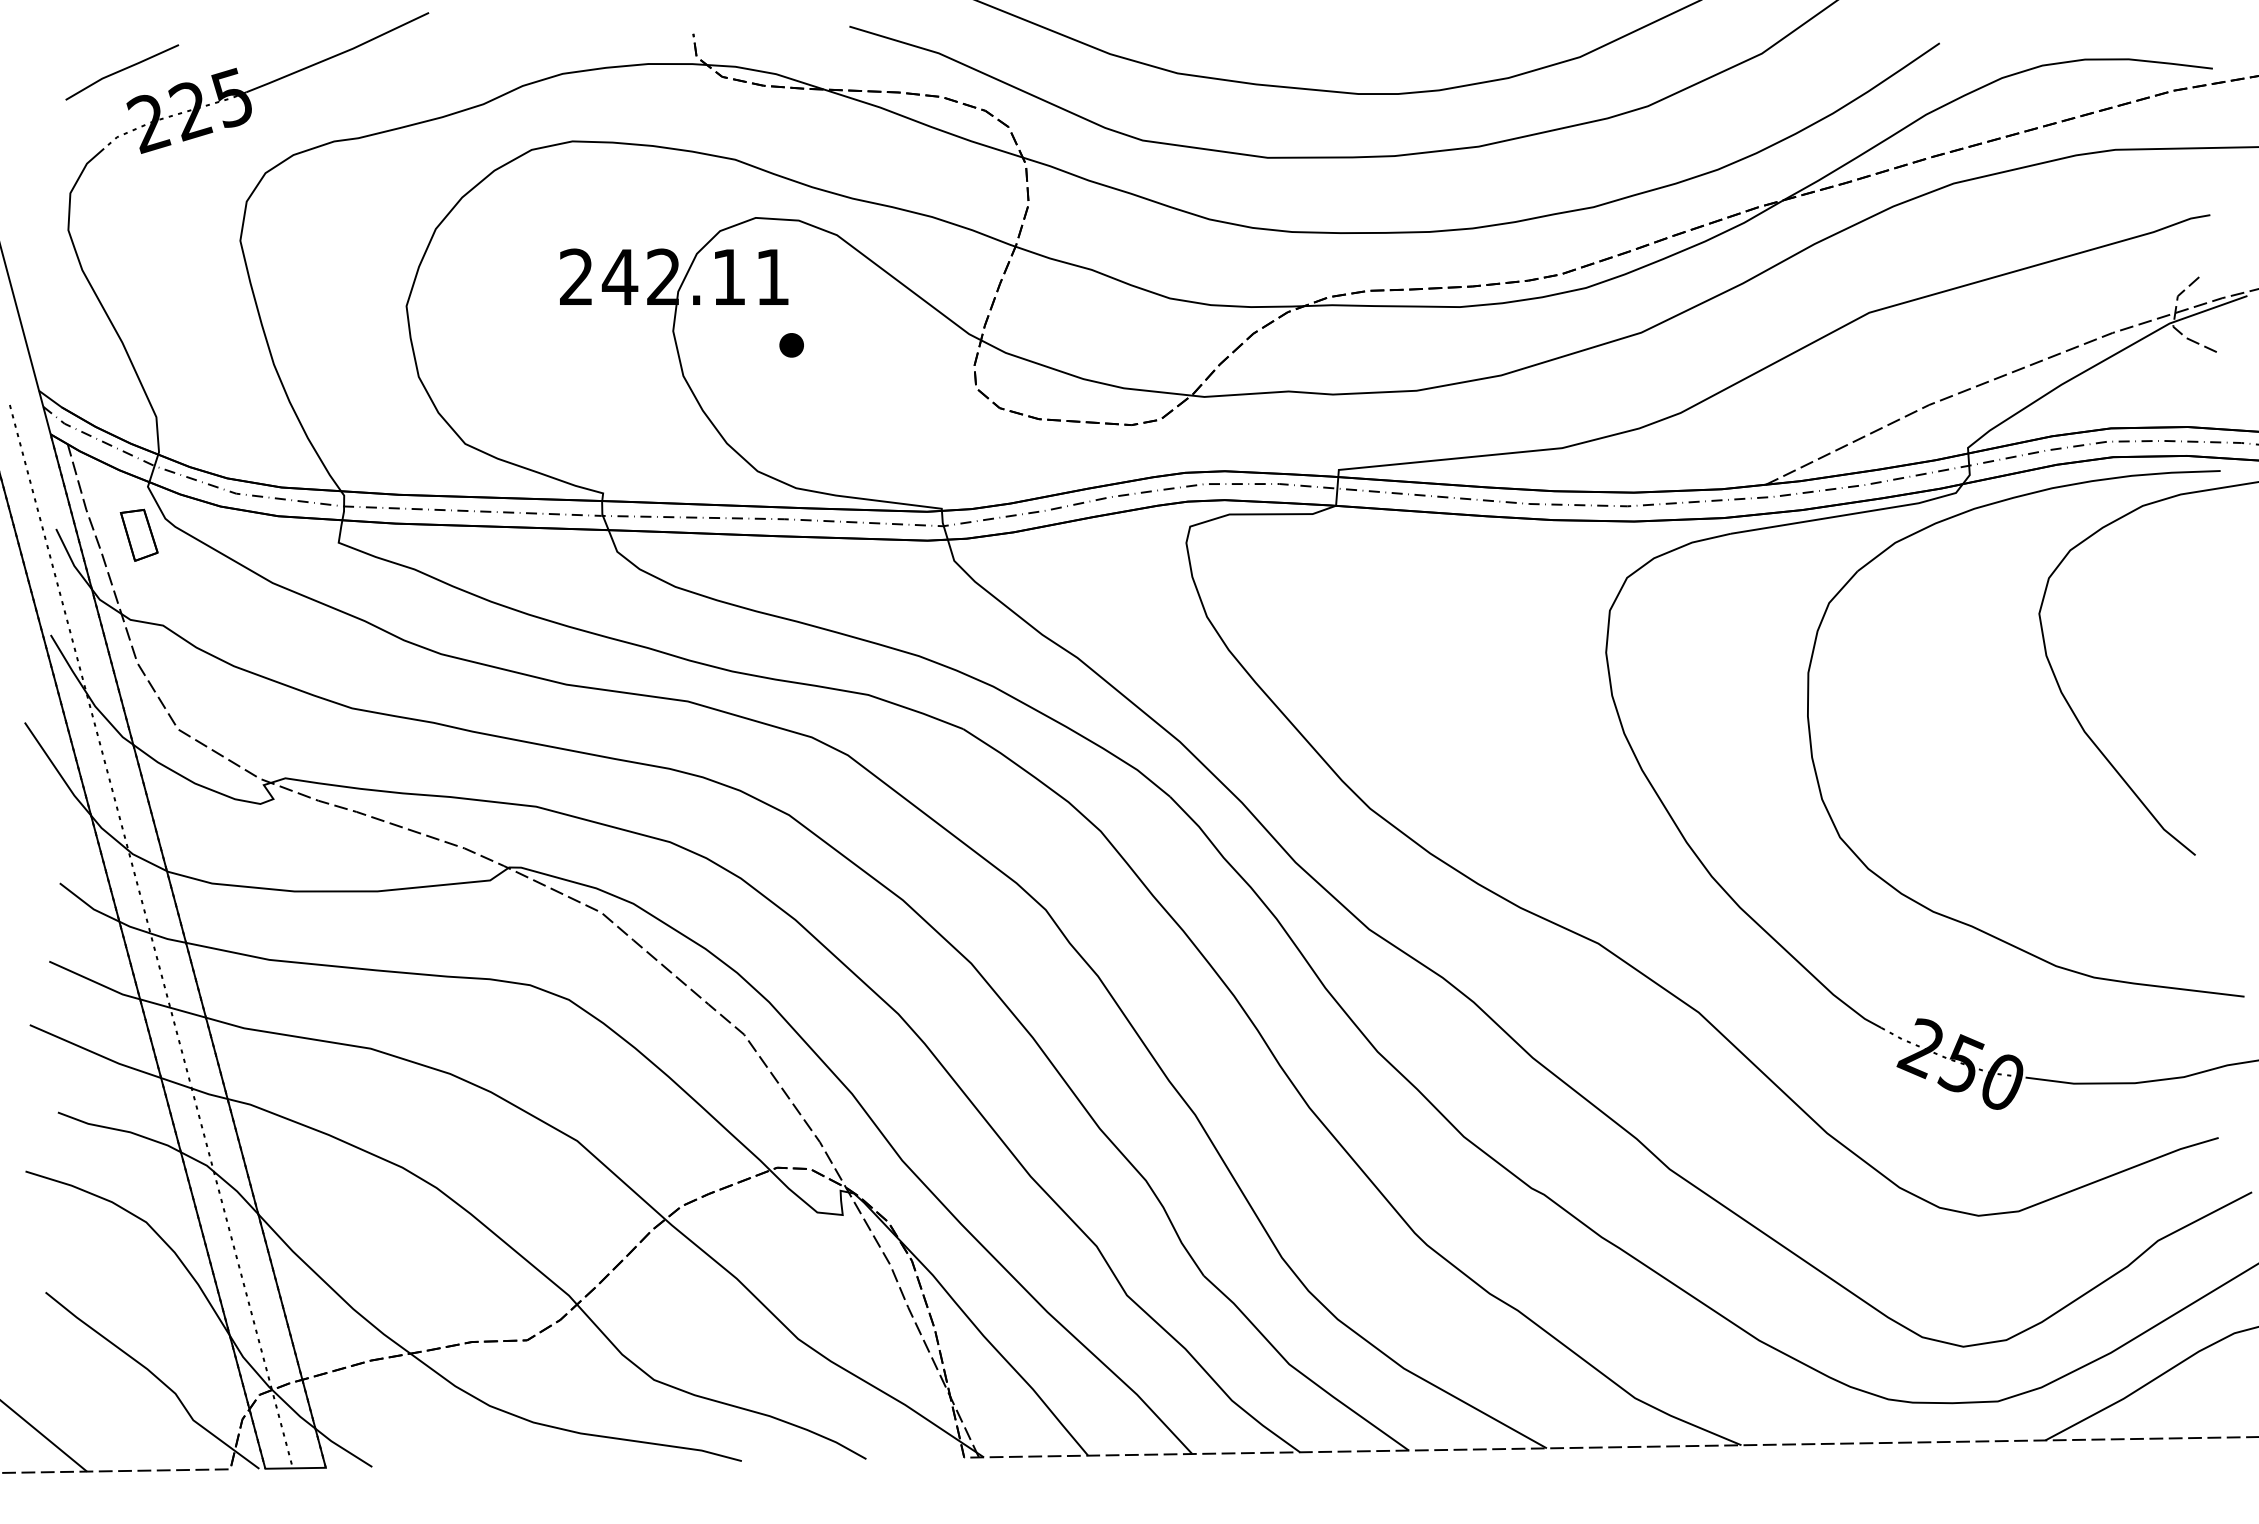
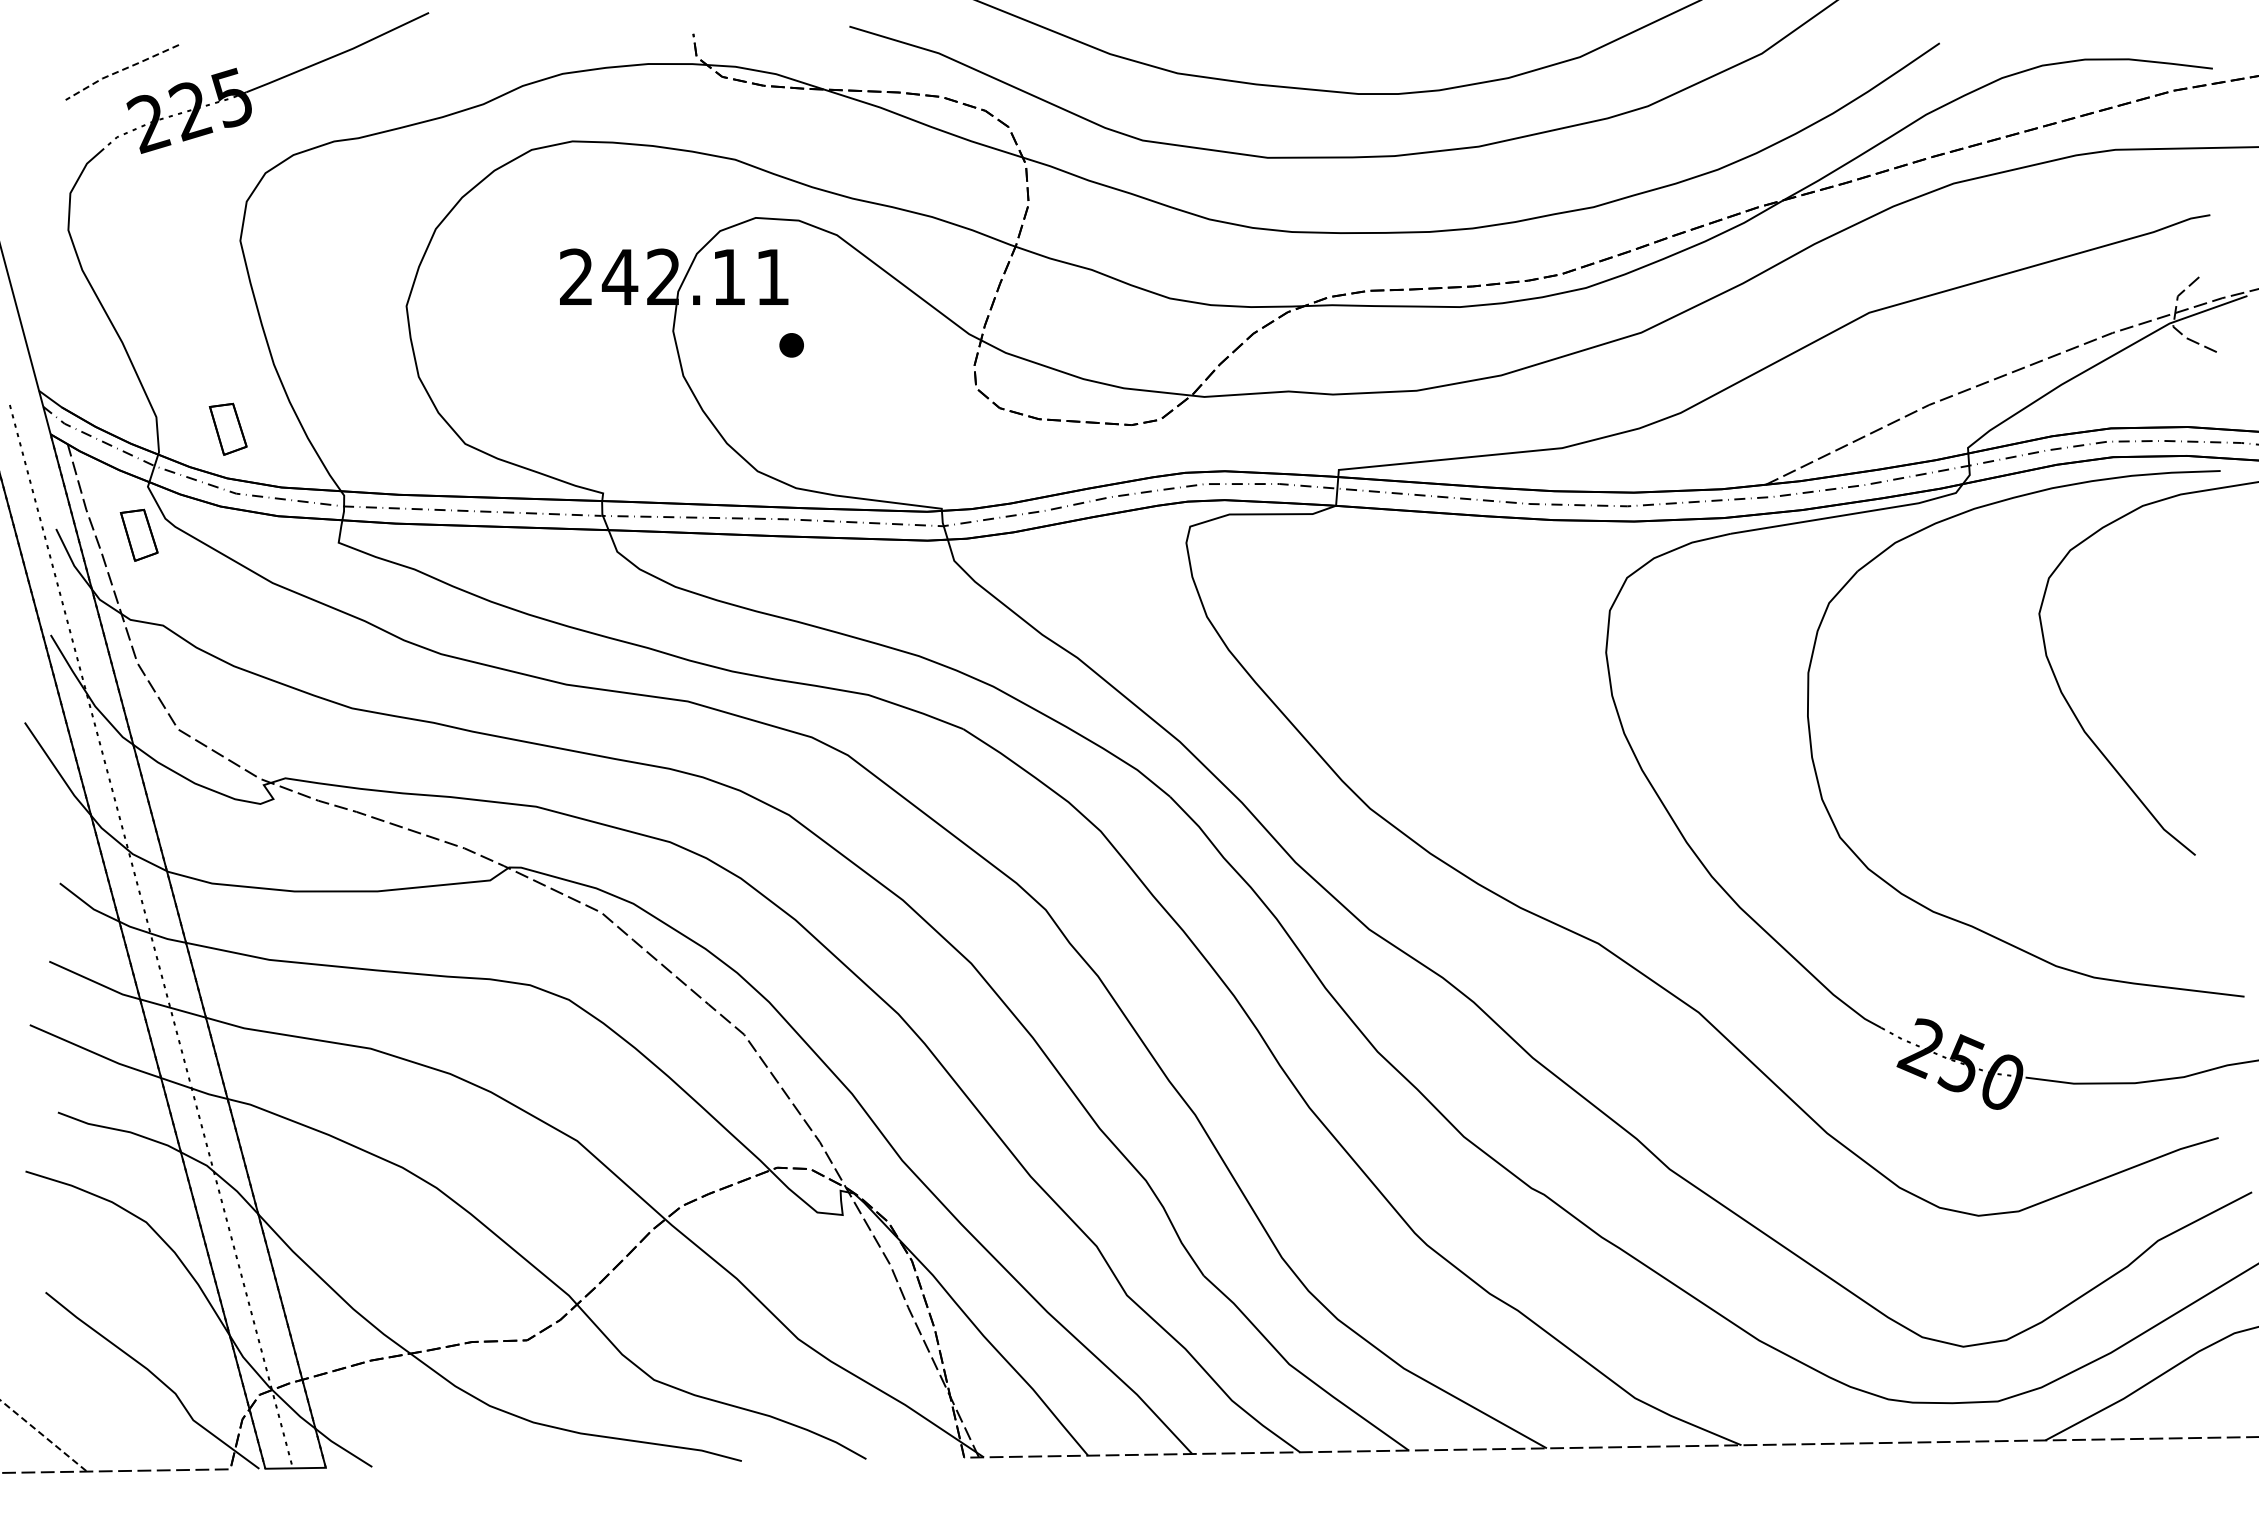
line at (120, 70): solid -> dashed
part at (227, 428): none -> present
line at (43, 1436): solid -> dashed
